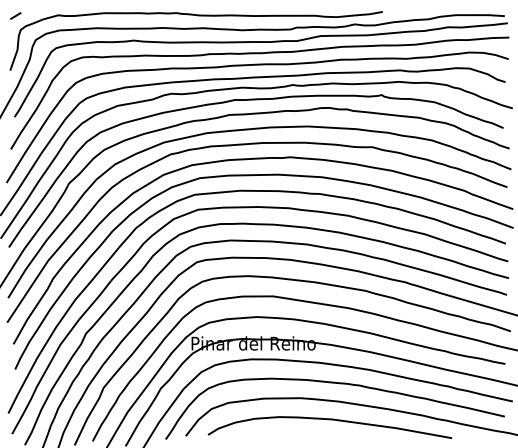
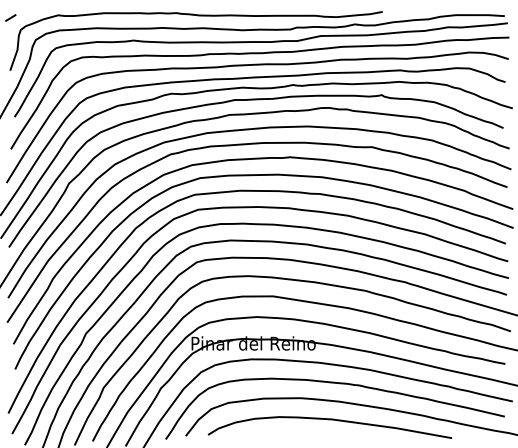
part at (15, 15) position: (15, 15) -> (10, 17)
